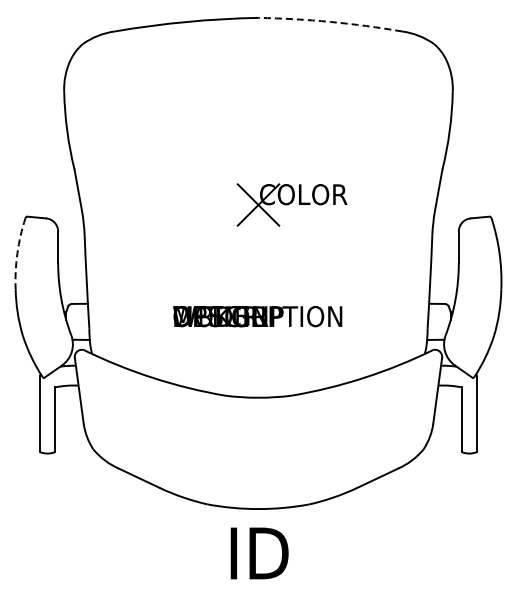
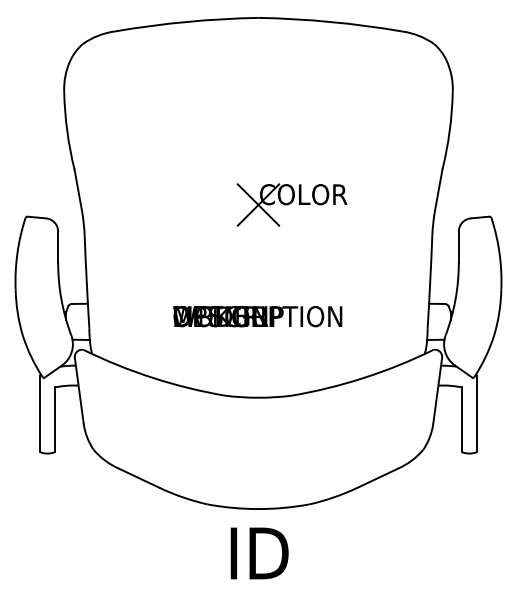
arc at (330, 21): dashed -> solid
arc at (17, 253): dashed -> solid
